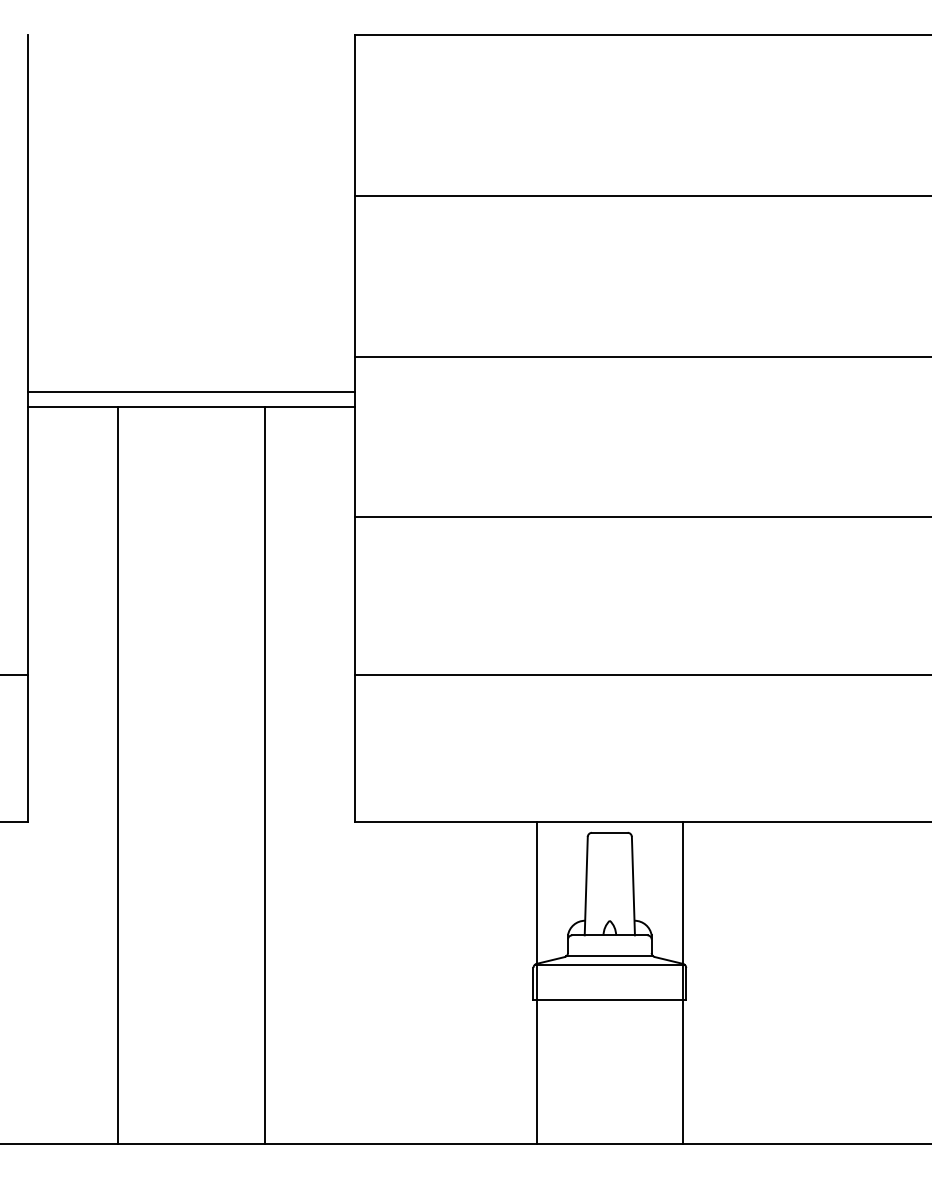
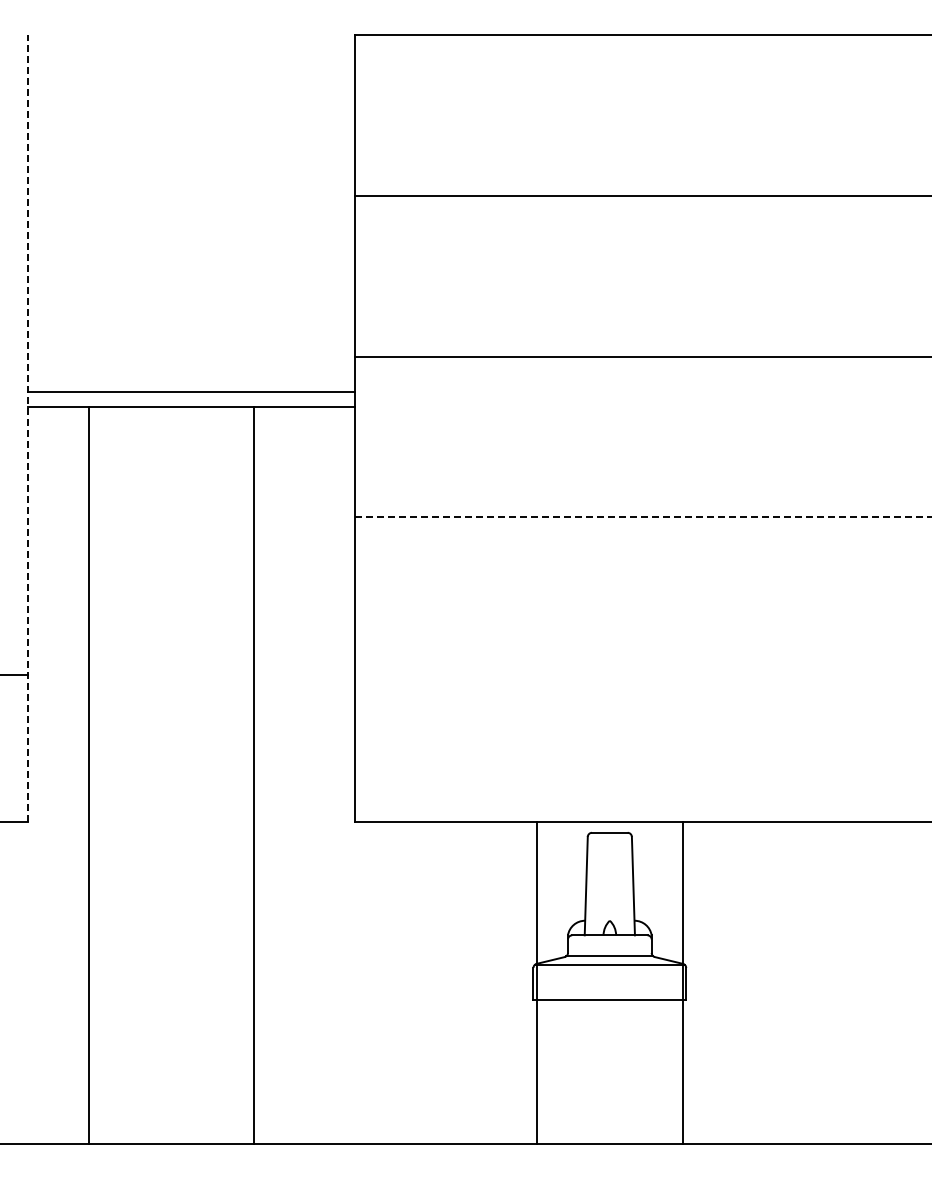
line at (28, 428): solid -> dashed
line at (642, 517): solid -> dashed
line at (641, 675): present -> none
line at (118, 774) position: (118, 774) -> (89, 774)
line at (264, 774) position: (264, 774) -> (253, 774)
